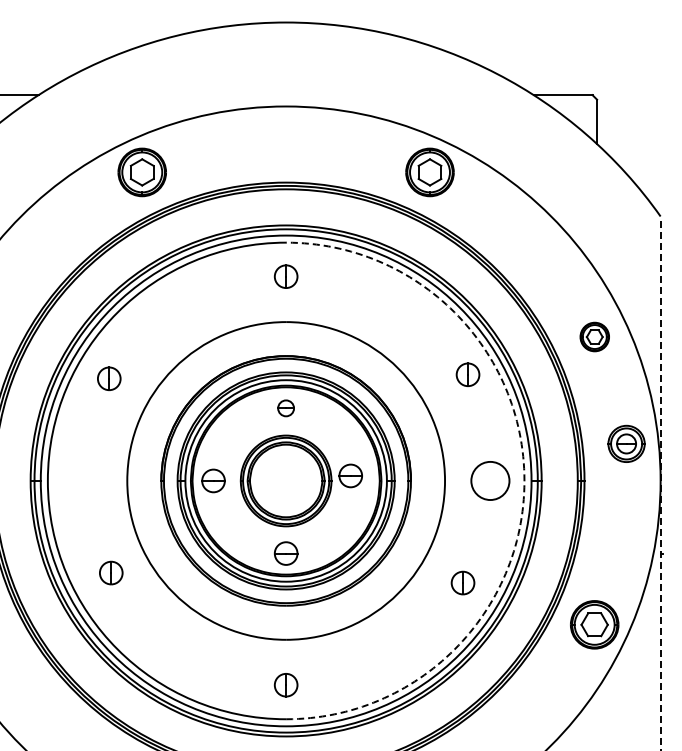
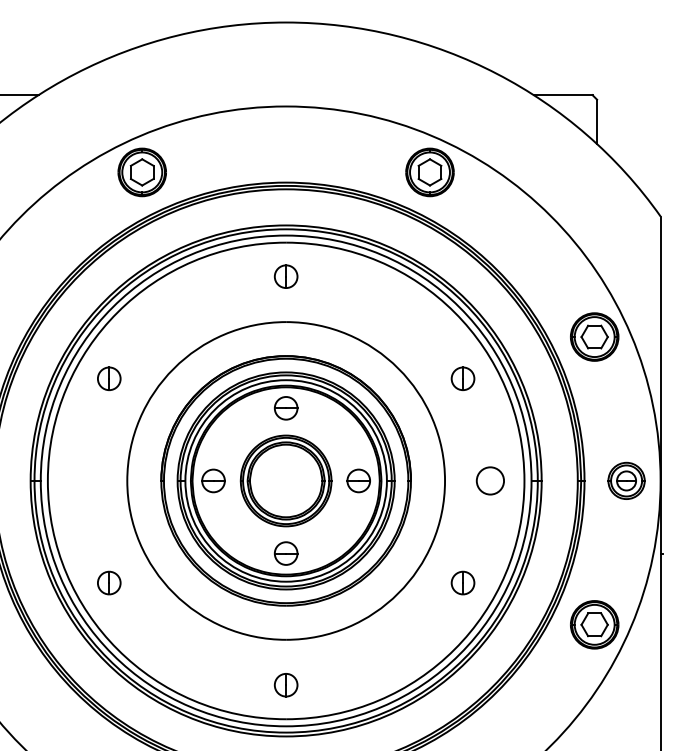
part at (594, 336) size: 31x32 px -> 50x50 px
part at (467, 374) position: (467, 374) -> (462, 378)
part at (285, 408) size: 18x19 px -> 26x25 px
part at (626, 443) position: (626, 443) -> (626, 480)
part at (350, 475) position: (350, 475) -> (358, 480)
circle at (490, 480) diameter: 38 px -> 27 px
arc at (524, 480): dashed -> solid
line at (660, 483): dashed -> solid
part at (111, 572) position: (111, 572) -> (109, 582)
